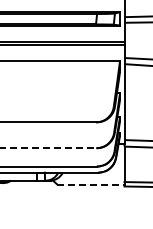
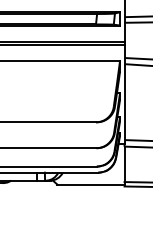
line at (48, 148): dashed -> solid
line at (91, 184): dashed -> solid
